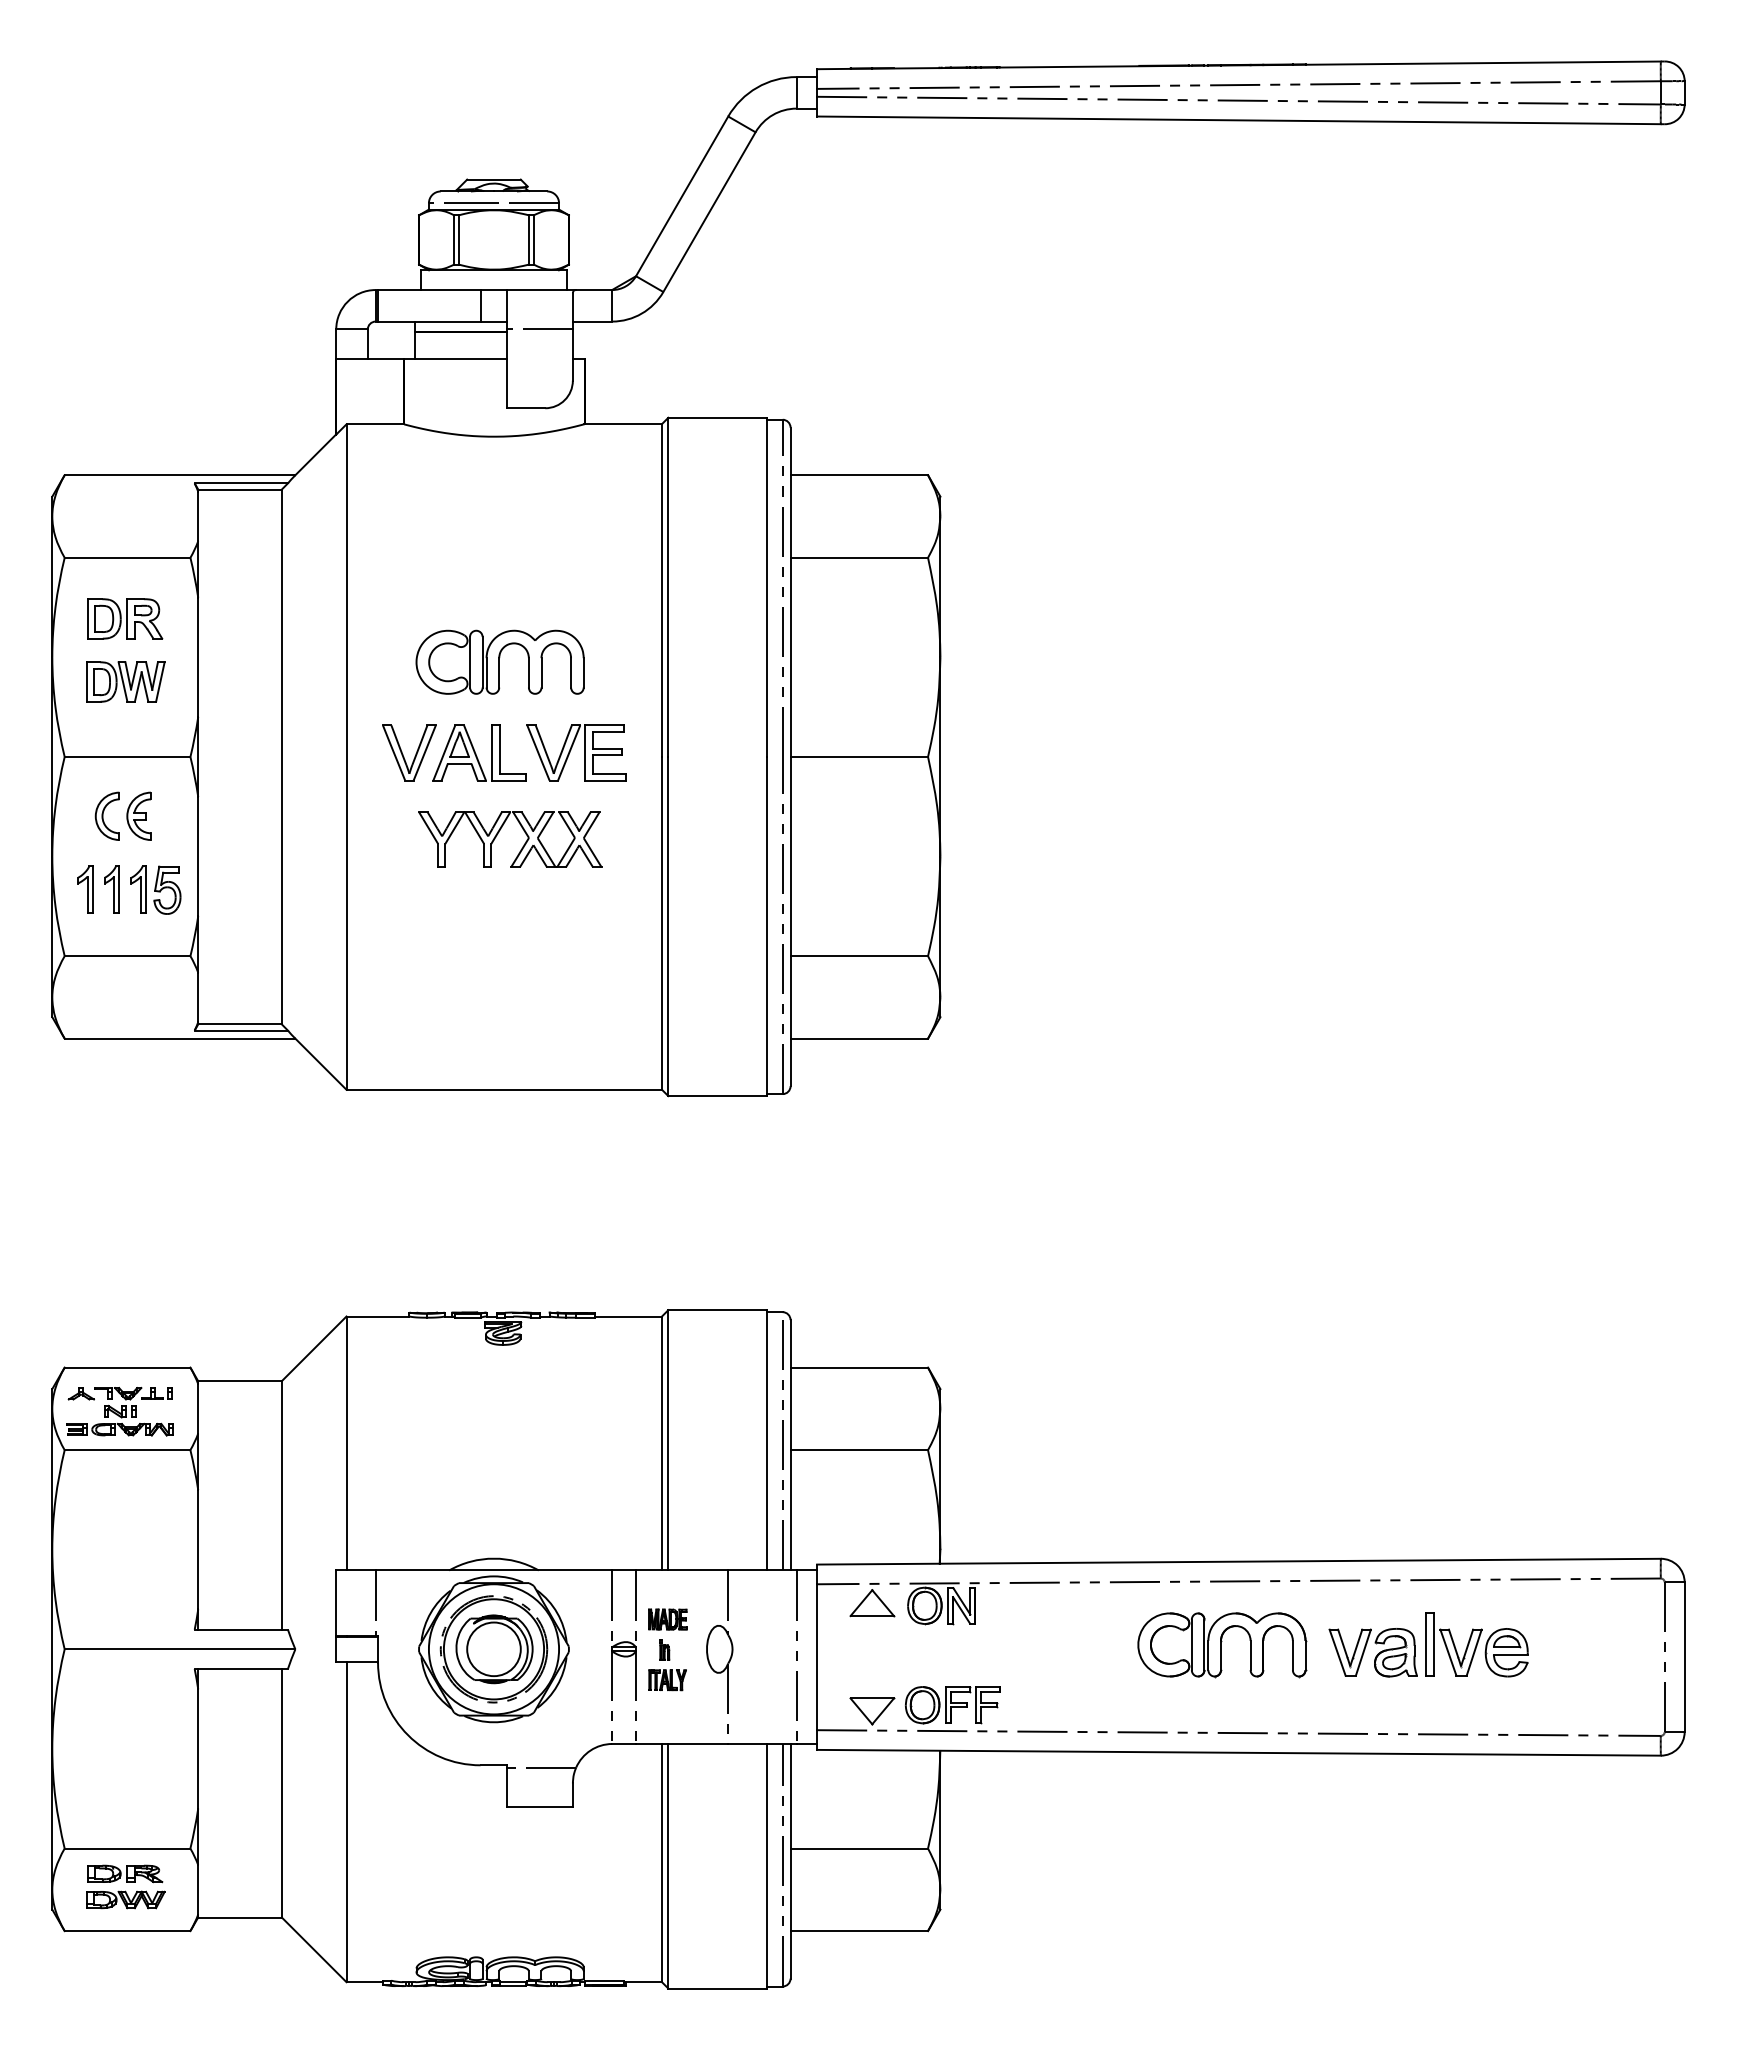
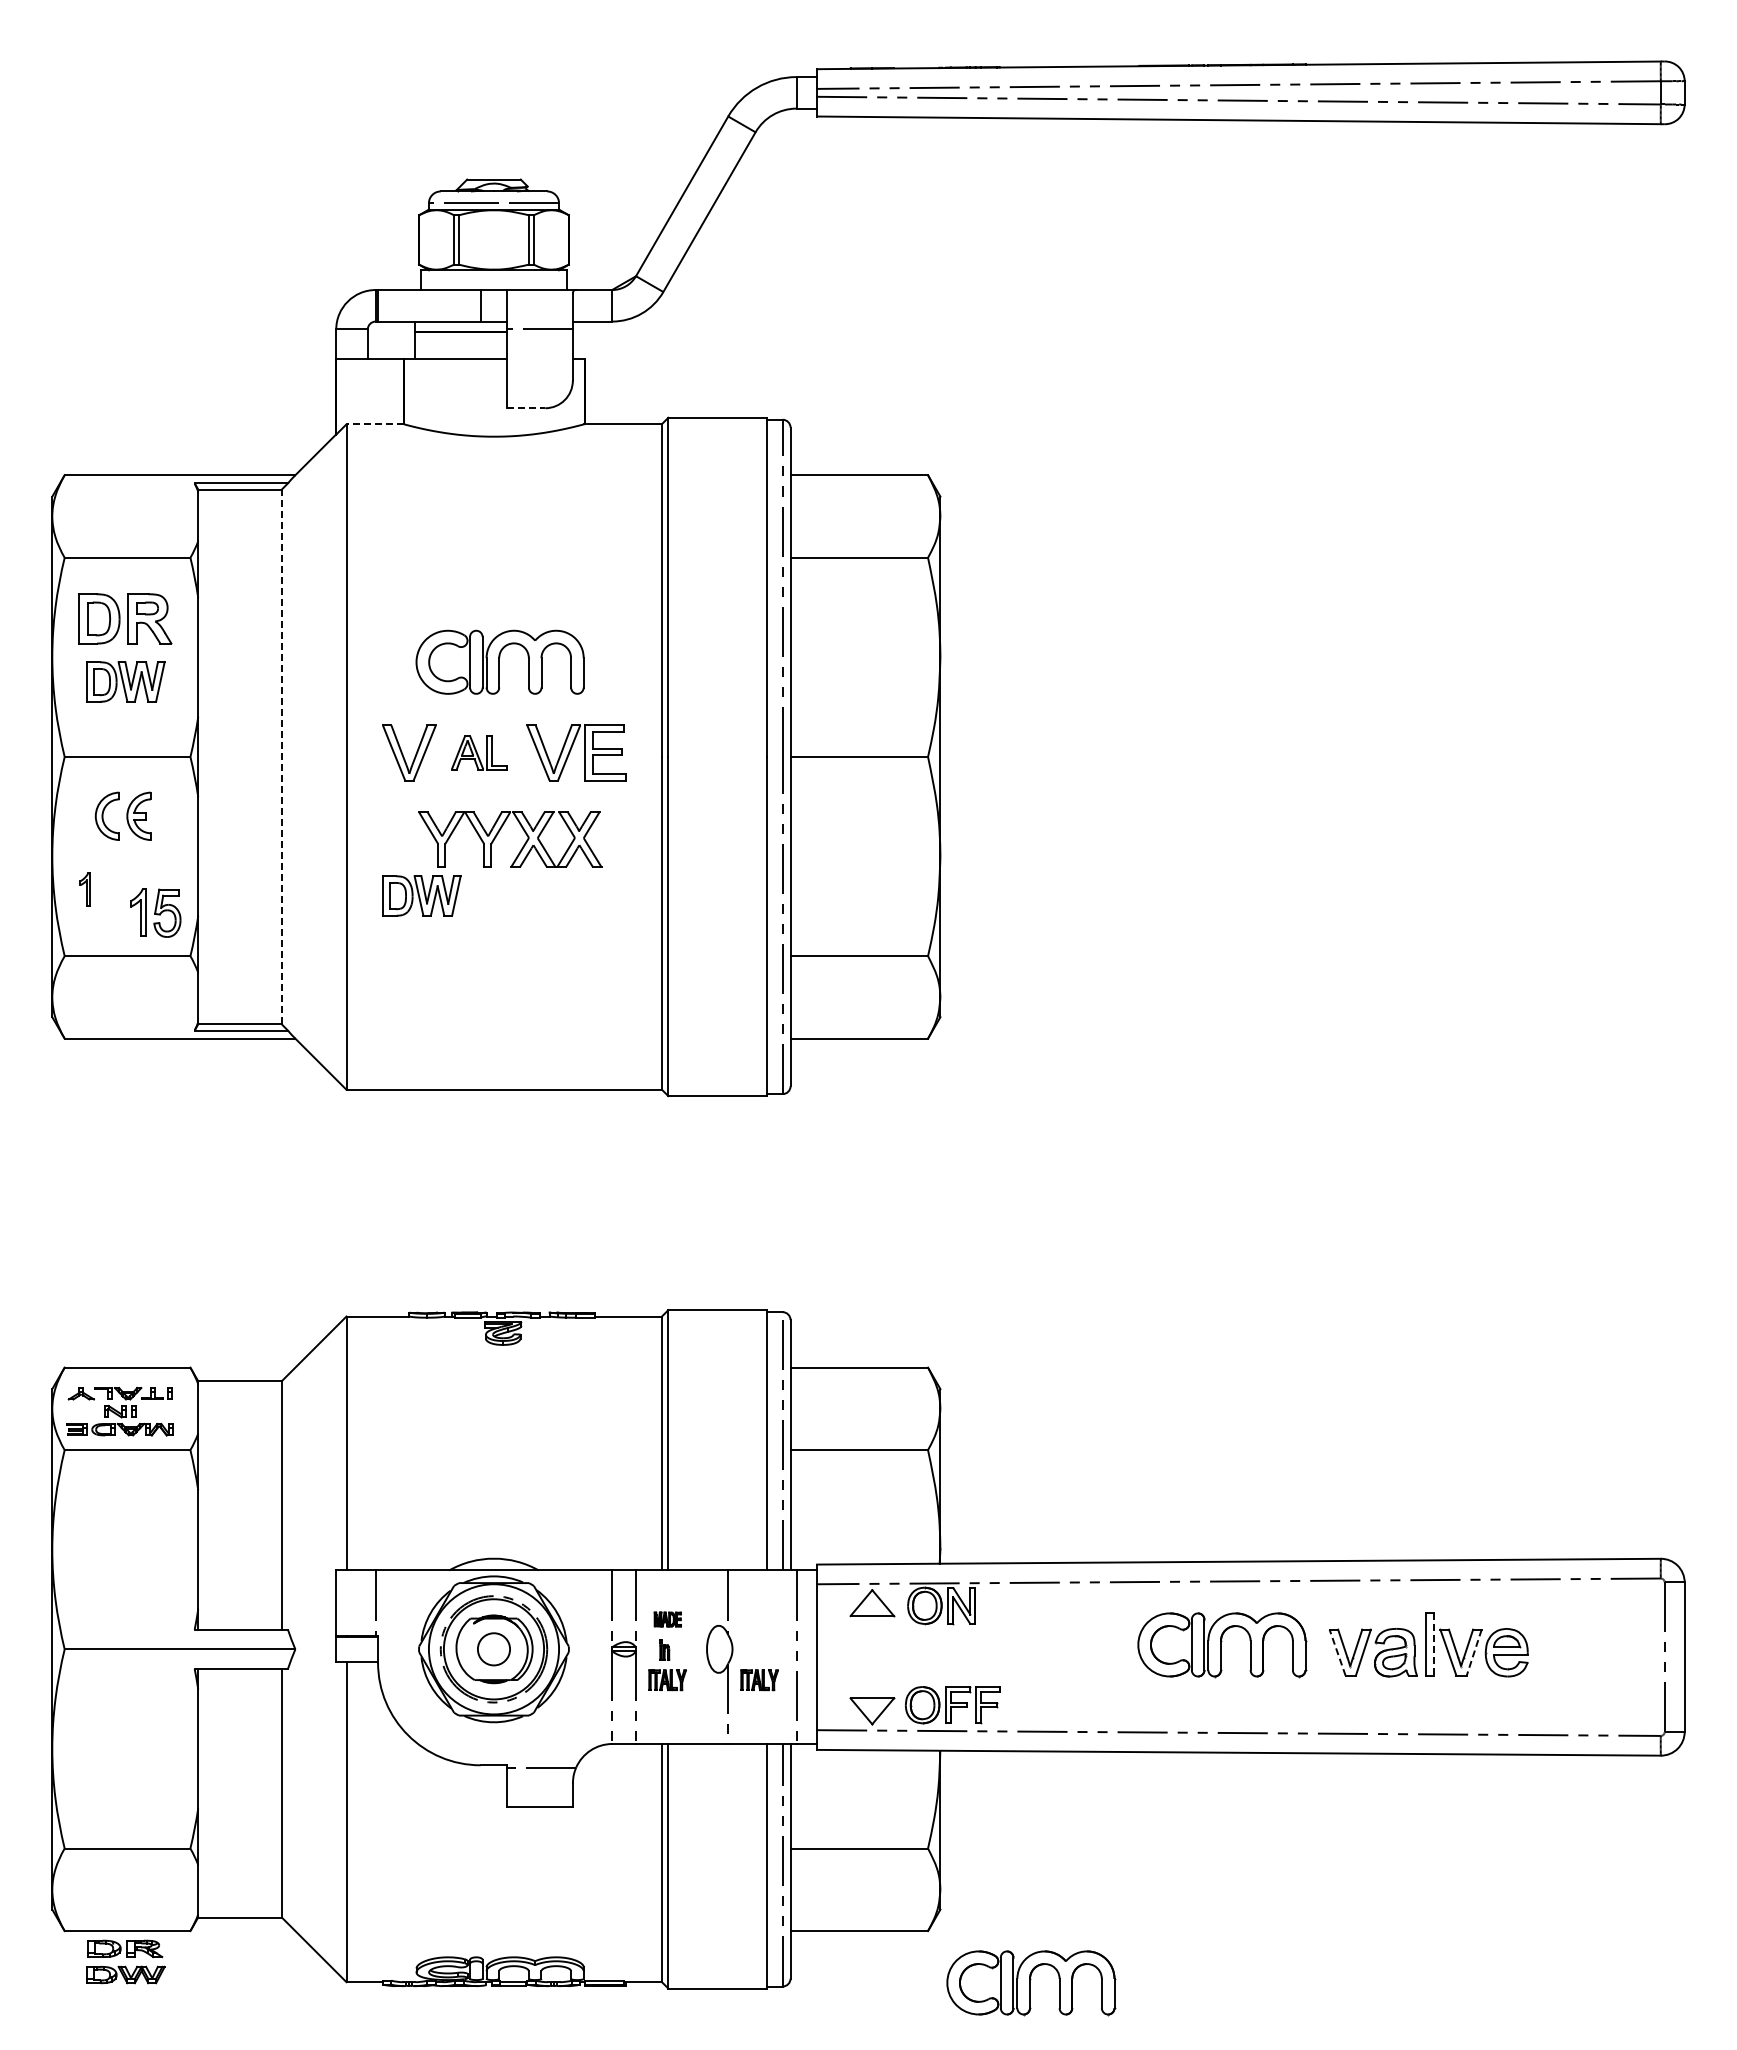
line at (526, 408): solid -> dashed
line at (375, 424): solid -> dashed
part at (125, 618) size: 77x42 px -> 95x52 px
part at (479, 752) size: 95x58 px -> 57x36 px
line at (281, 756): solid -> dashed
part at (85, 889) size: 17x49 px -> 12x35 px
part at (111, 889): present -> none
part at (155, 889) position: (155, 889) -> (155, 912)
part at (421, 895): none -> present
part at (667, 1619) size: 40x23 px -> 29x17 px
line at (1433, 1644): solid -> dashed
circle at (493, 1649) diameter: 54 px -> 32 px
line at (1337, 1652): solid -> dashed
line at (1474, 1653): solid -> dashed
part at (759, 1680): none -> present
part at (125, 1886) position: (125, 1886) -> (125, 1961)
part at (1031, 1983): none -> present
